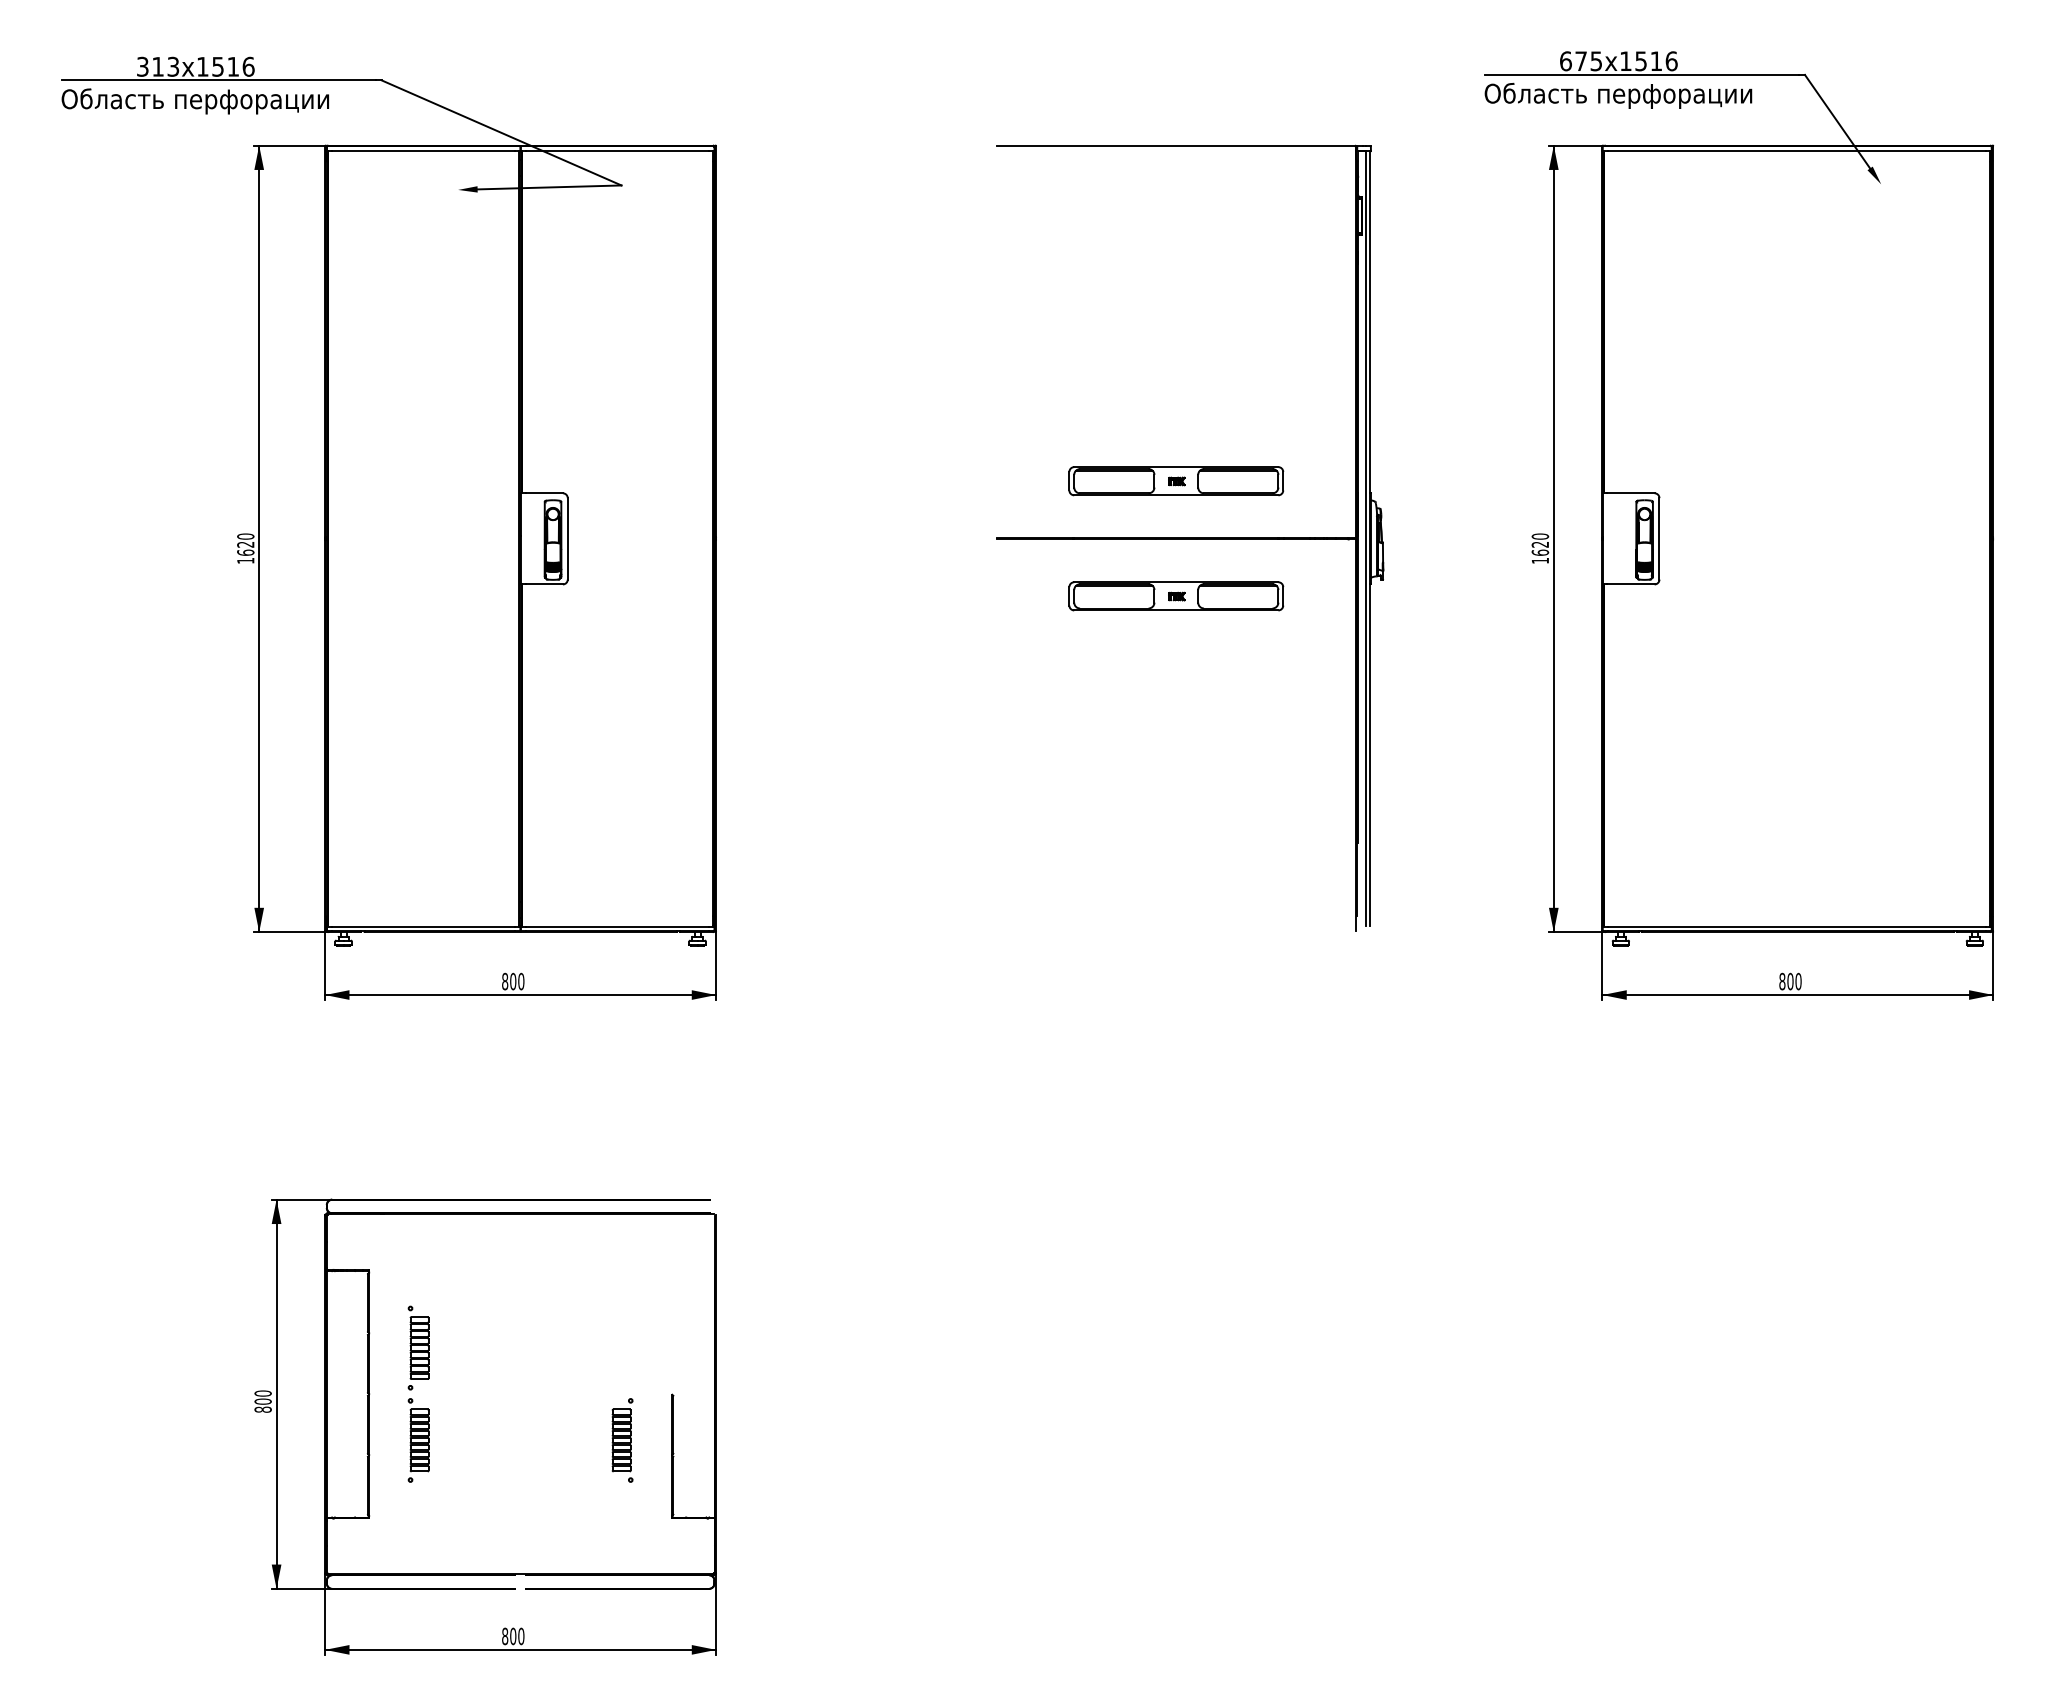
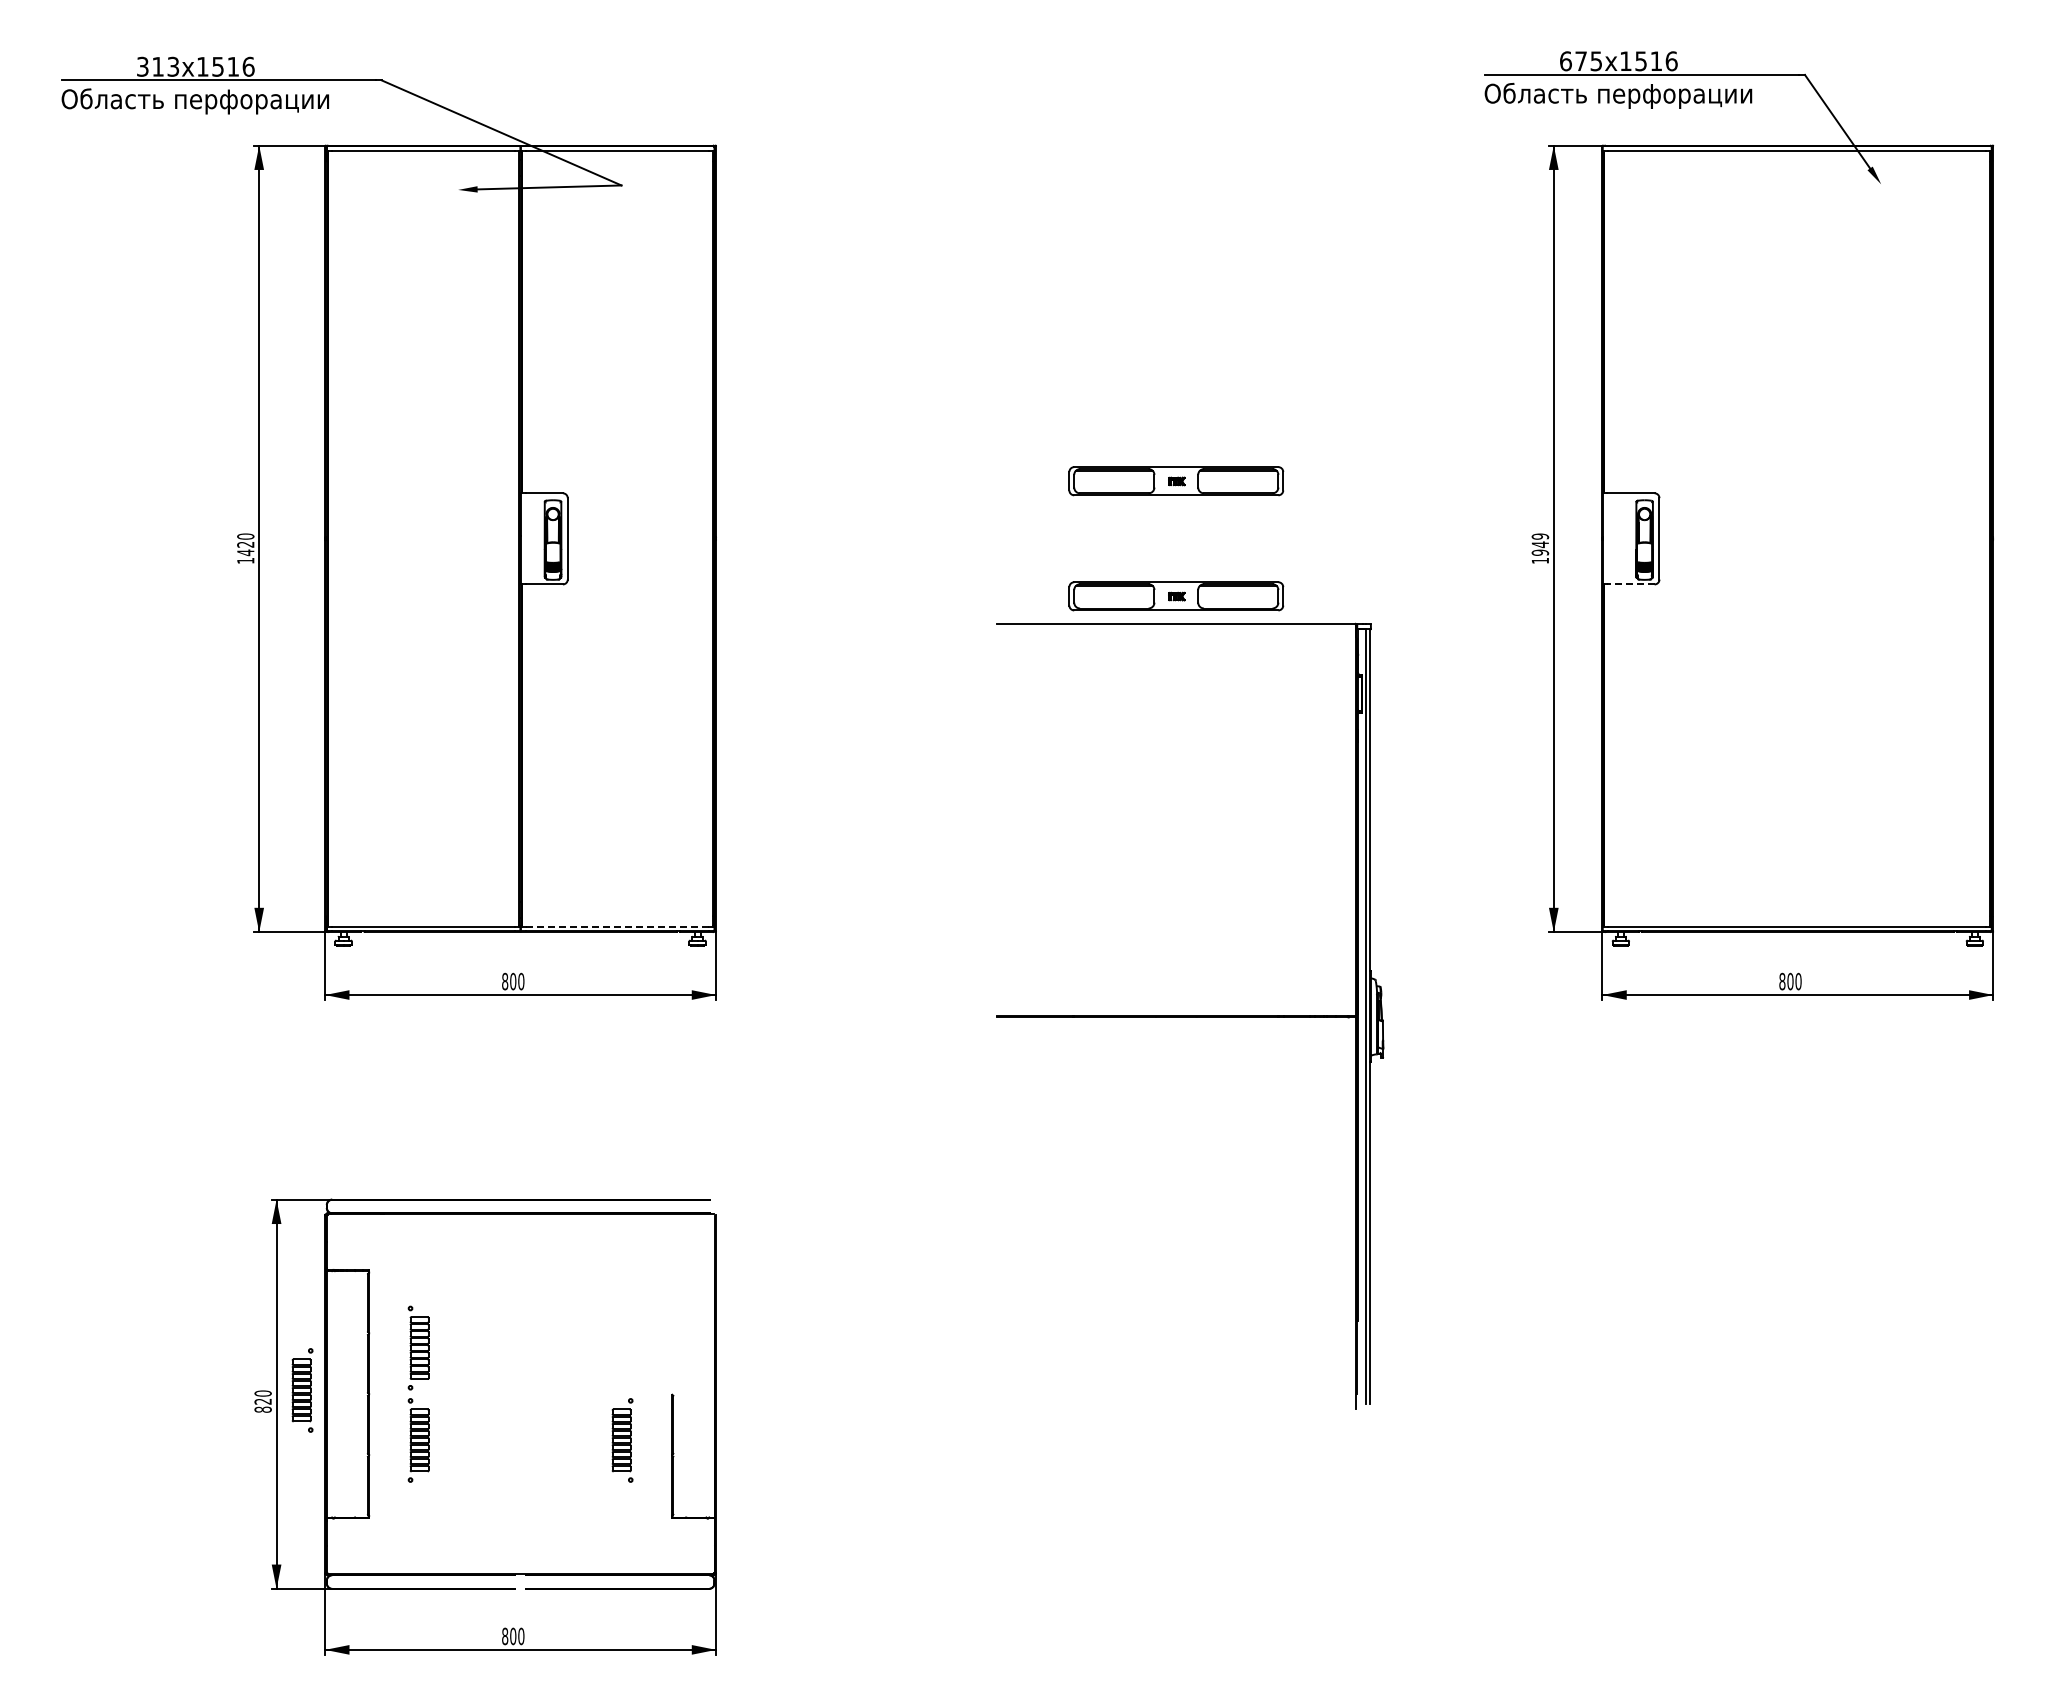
part at (1190, 537) position: (1190, 537) -> (1190, 1015)
text at (1540, 544): 1620 -> 1949
text at (245, 552): 1620 -> 1420
line at (1631, 584): solid -> dashed
line at (618, 926): solid -> dashed
part at (302, 1390): none -> present
text at (262, 1401): 800 -> 820
